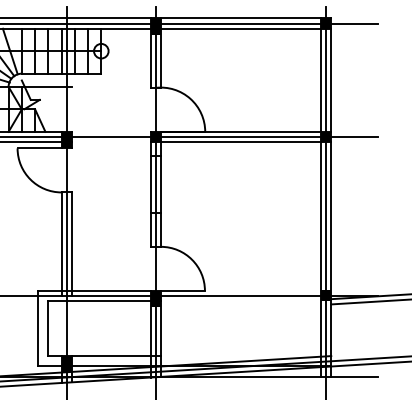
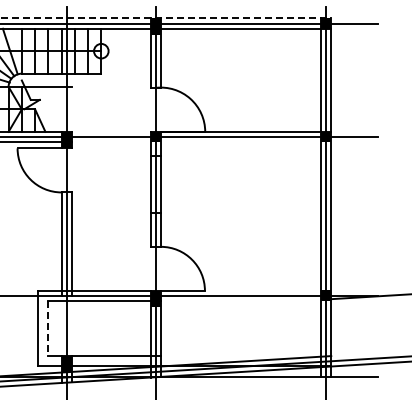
line at (166, 18): solid -> dashed
line at (240, 142): present -> none
line at (369, 301): present -> none
line at (48, 328): solid -> dashed
